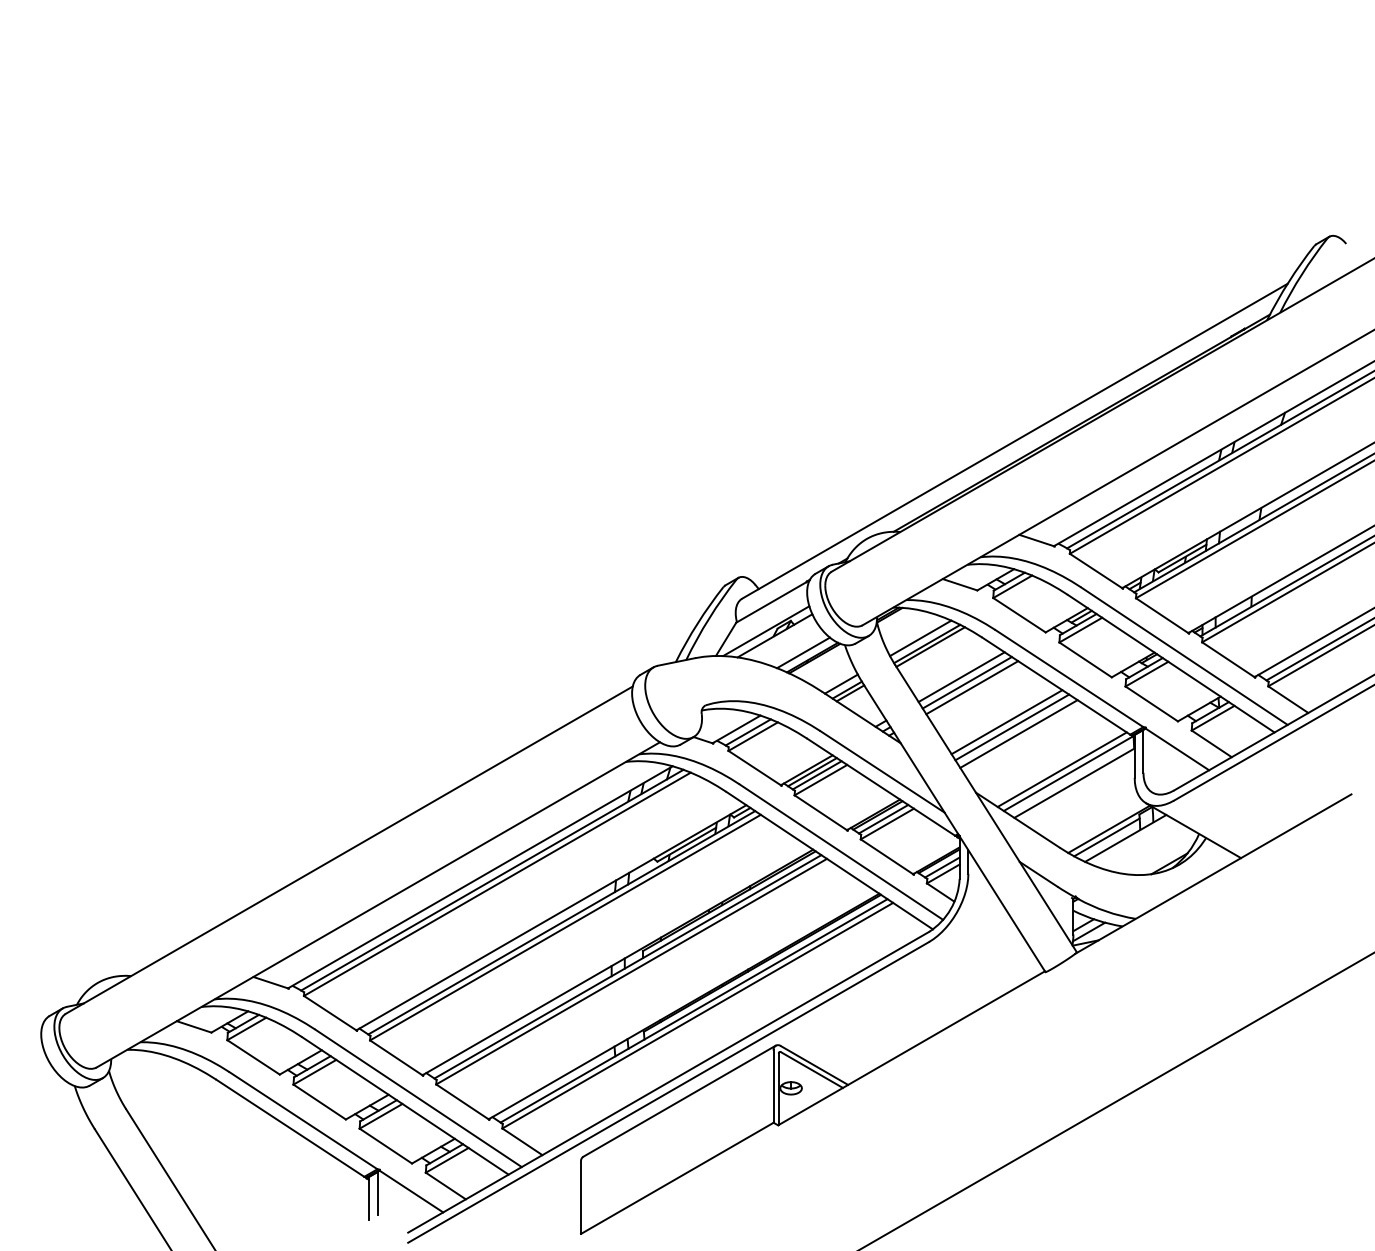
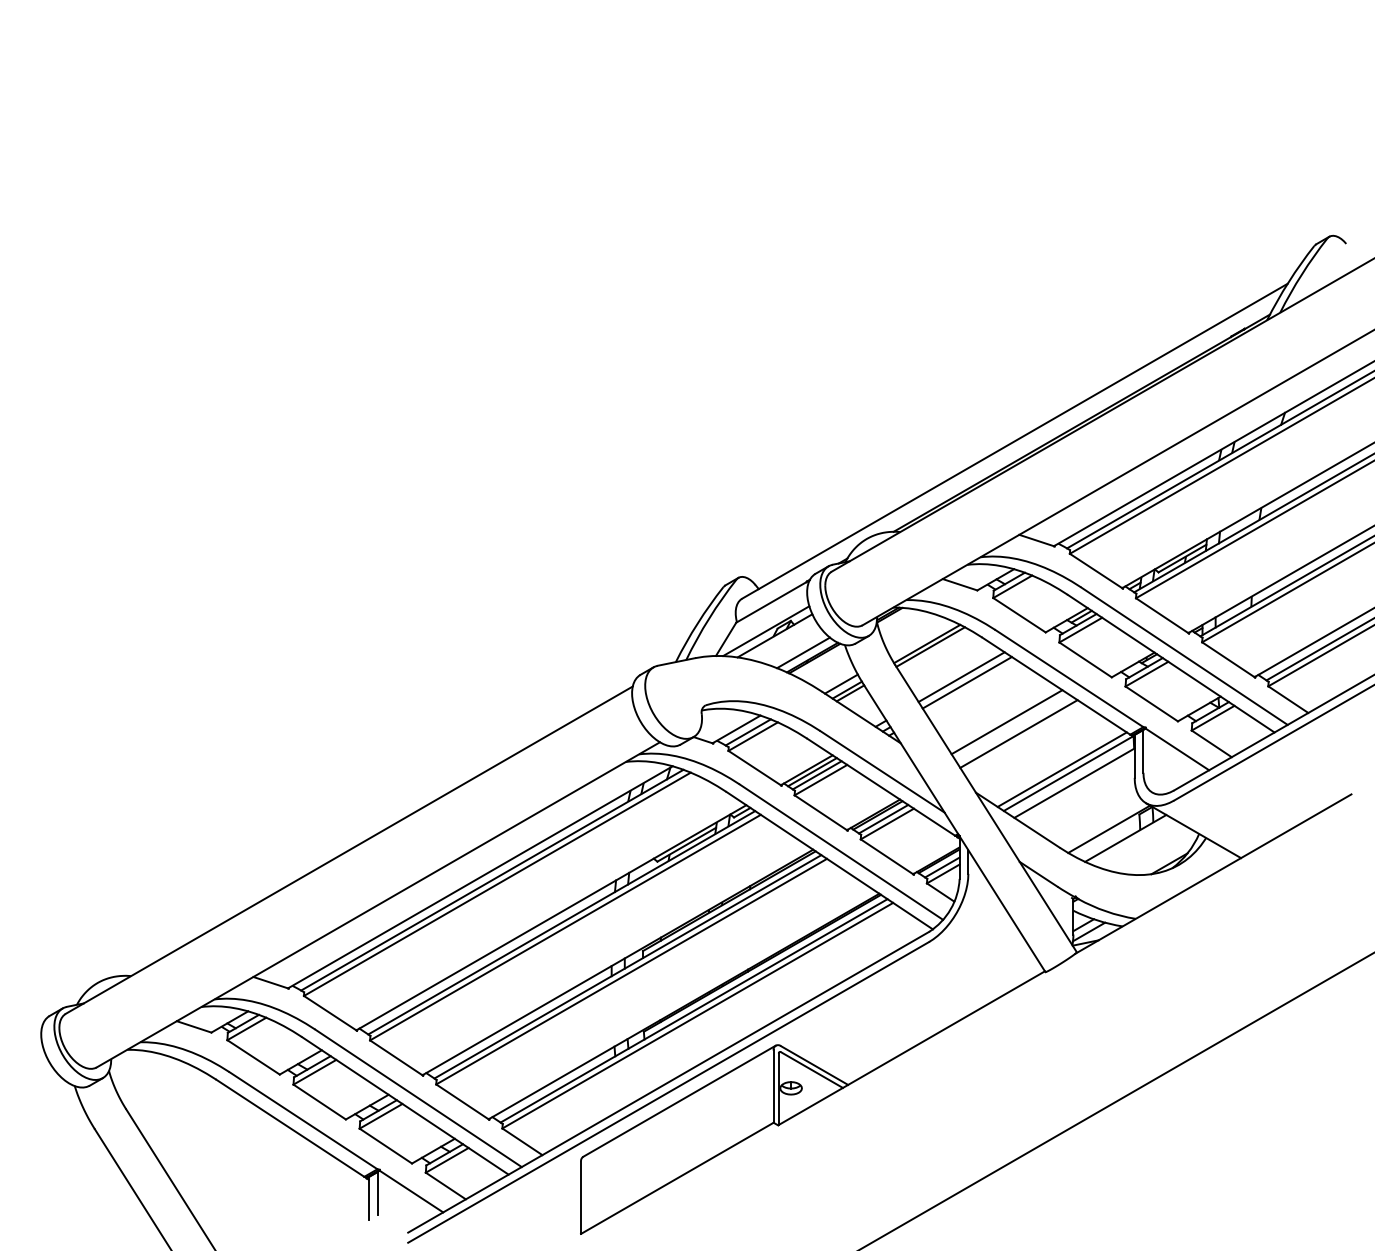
line at (920, 638): present -> none
line at (972, 687): present -> none
line at (1012, 727): present -> none
line at (1106, 837): present -> none
